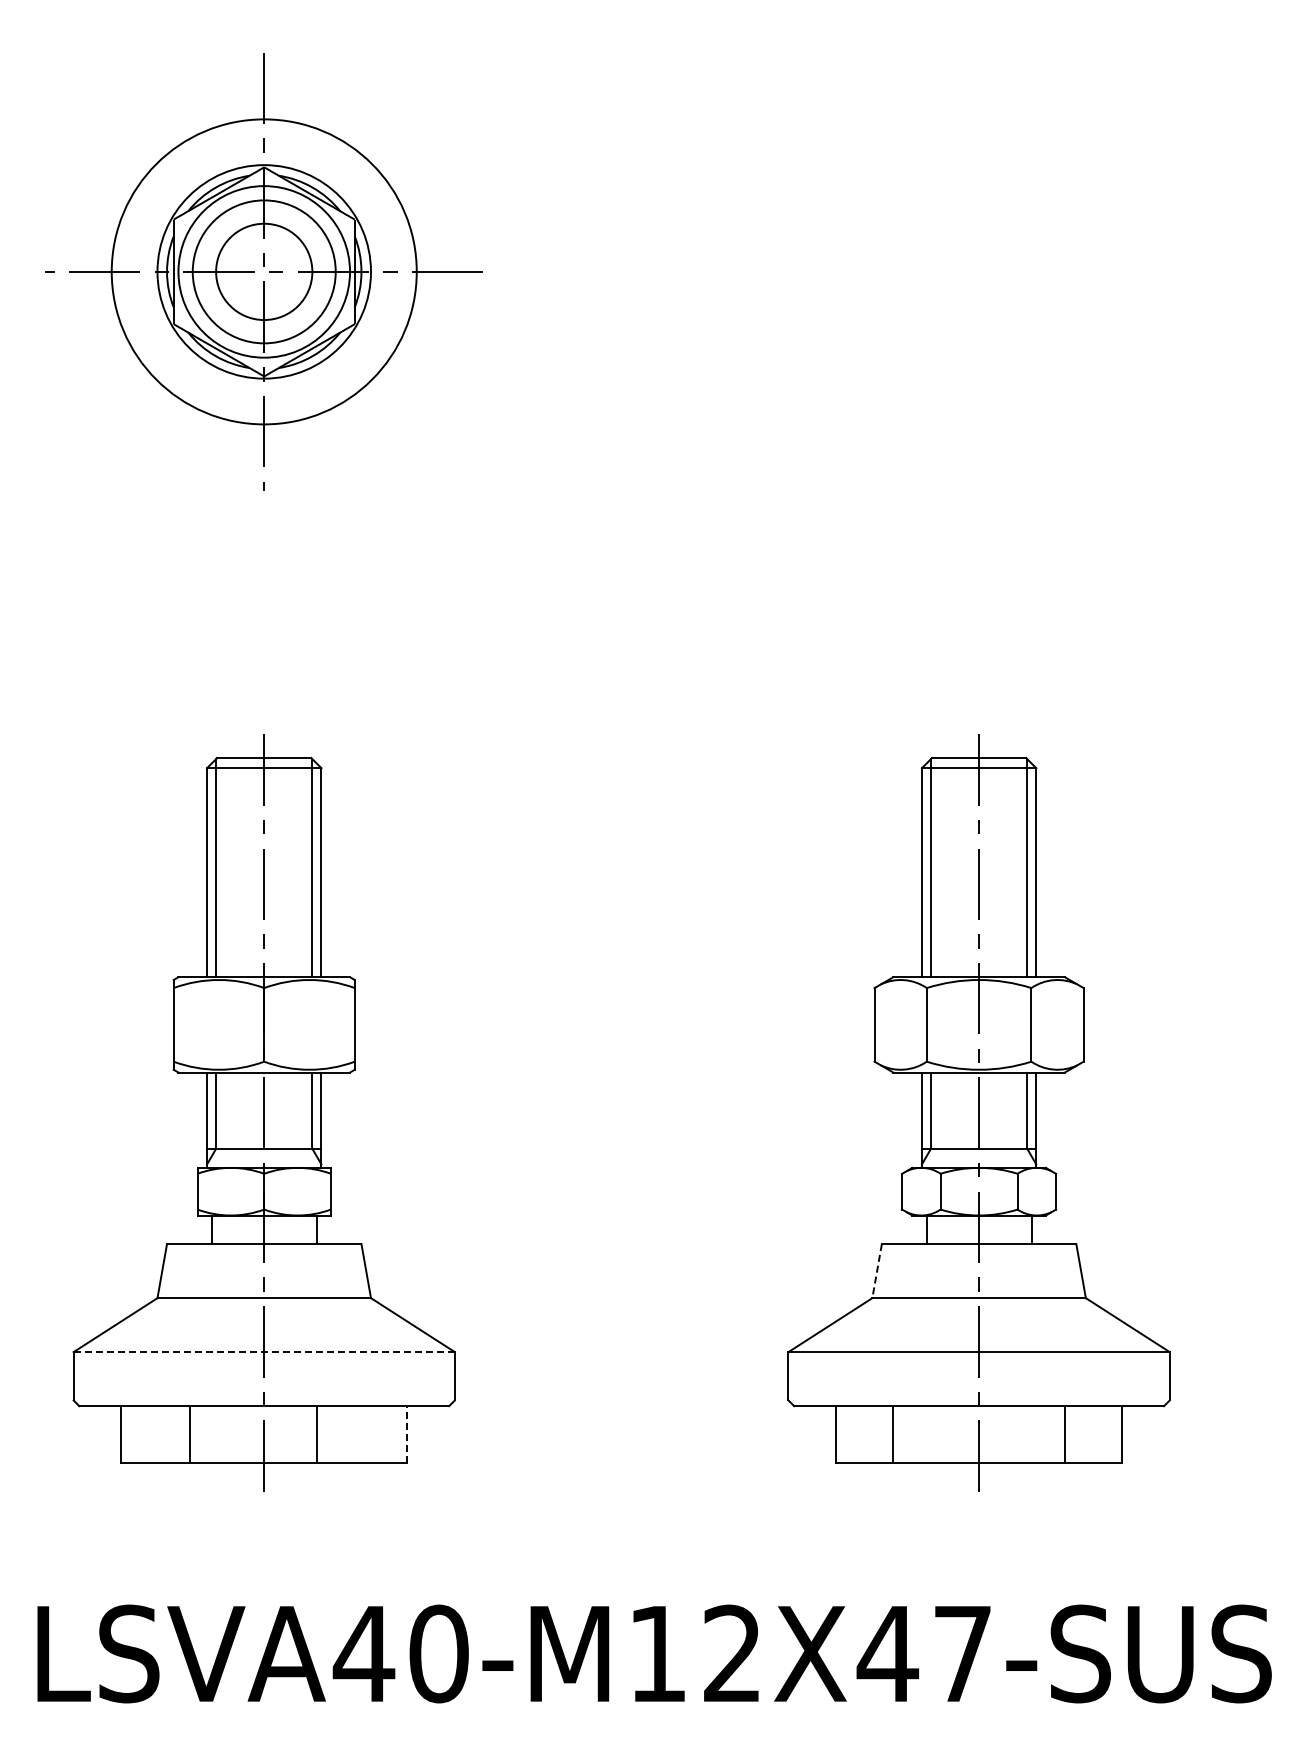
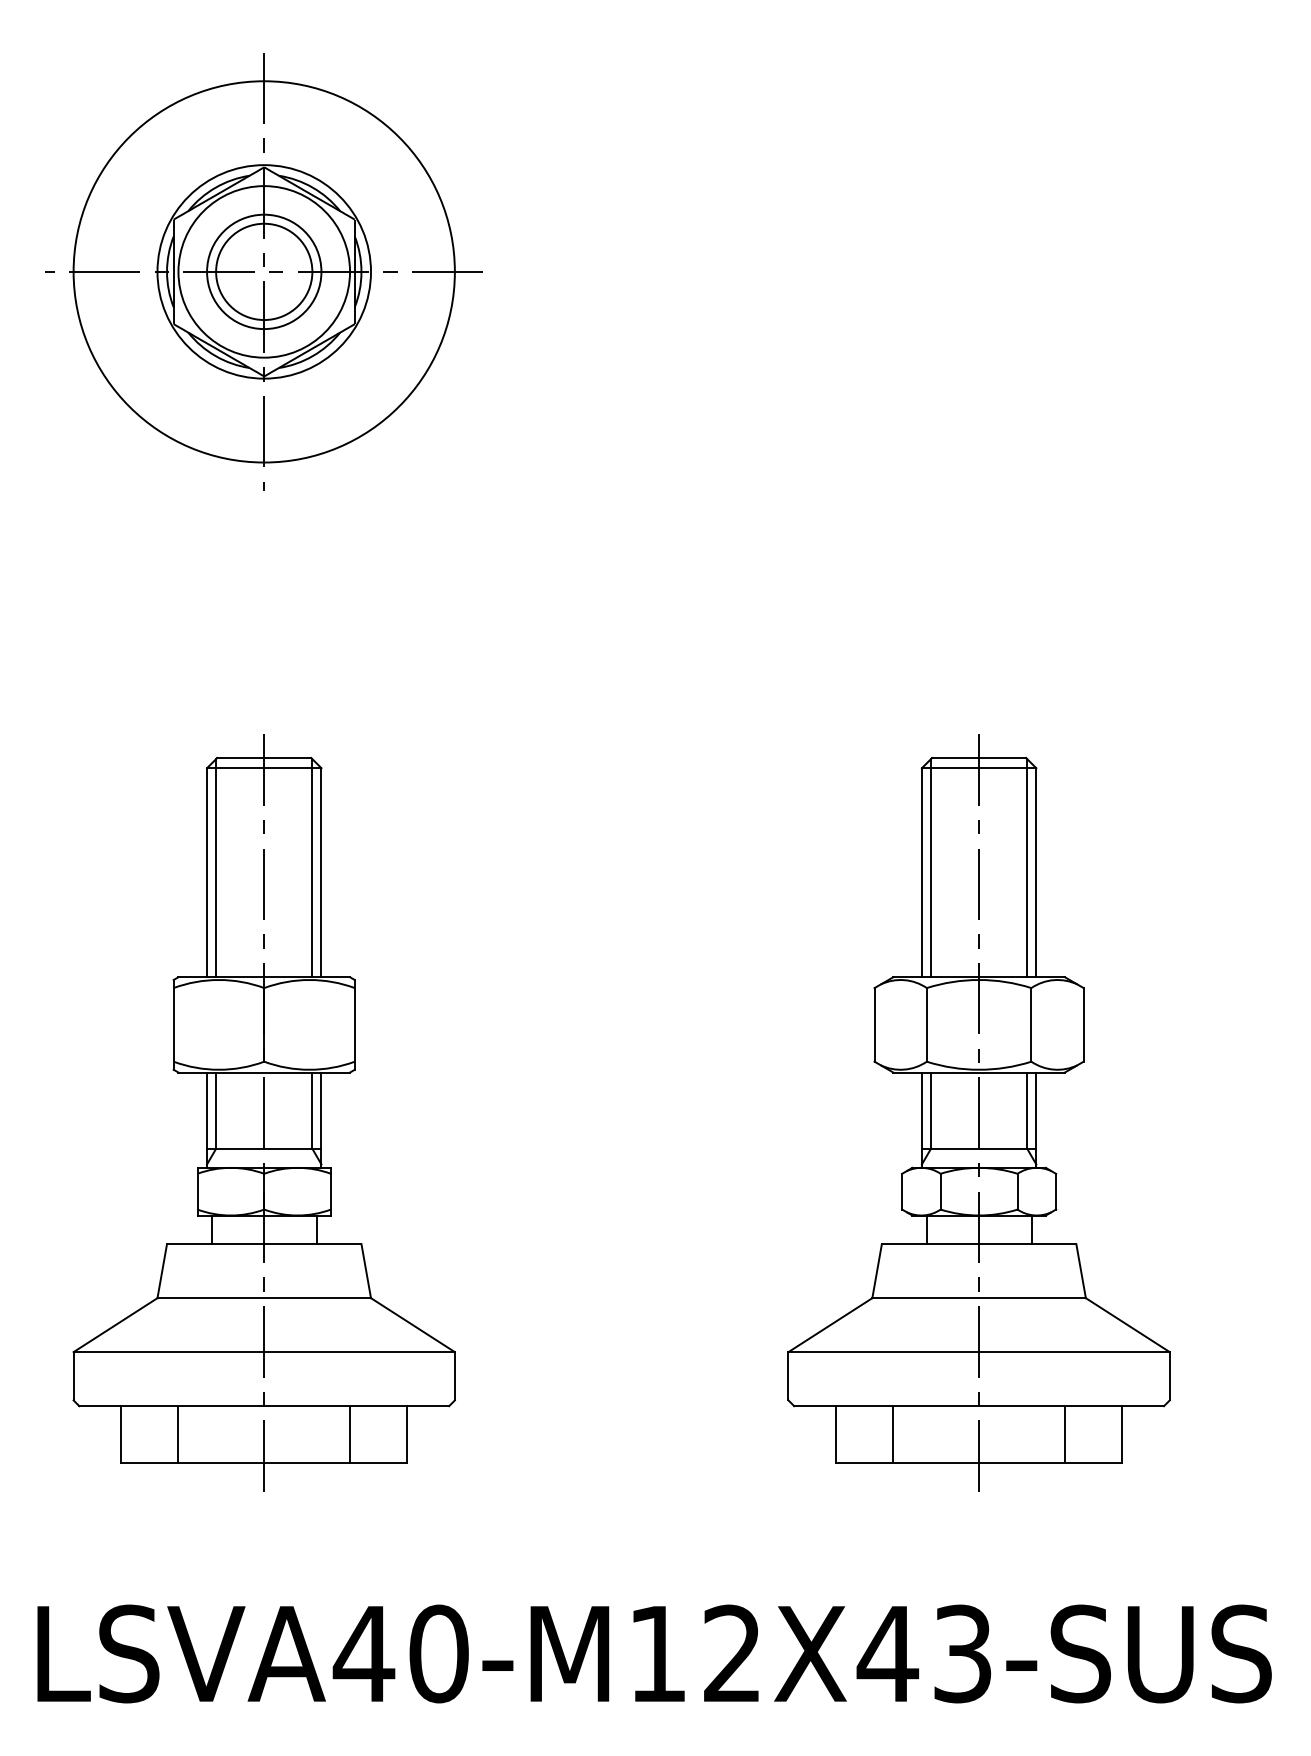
circle at (263, 271) diameter: 143 px -> 114 px
circle at (263, 271) diameter: 305 px -> 381 px
line at (877, 1271): dashed -> solid
line at (264, 1352): dashed -> solid
line at (190, 1434) position: (190, 1434) -> (178, 1434)
line at (317, 1434) position: (317, 1434) -> (350, 1434)
line at (407, 1434): dashed -> solid
text at (962, 1653): LSVA40-M12X47-SUS -> LSVA40-M12X43-SUS
